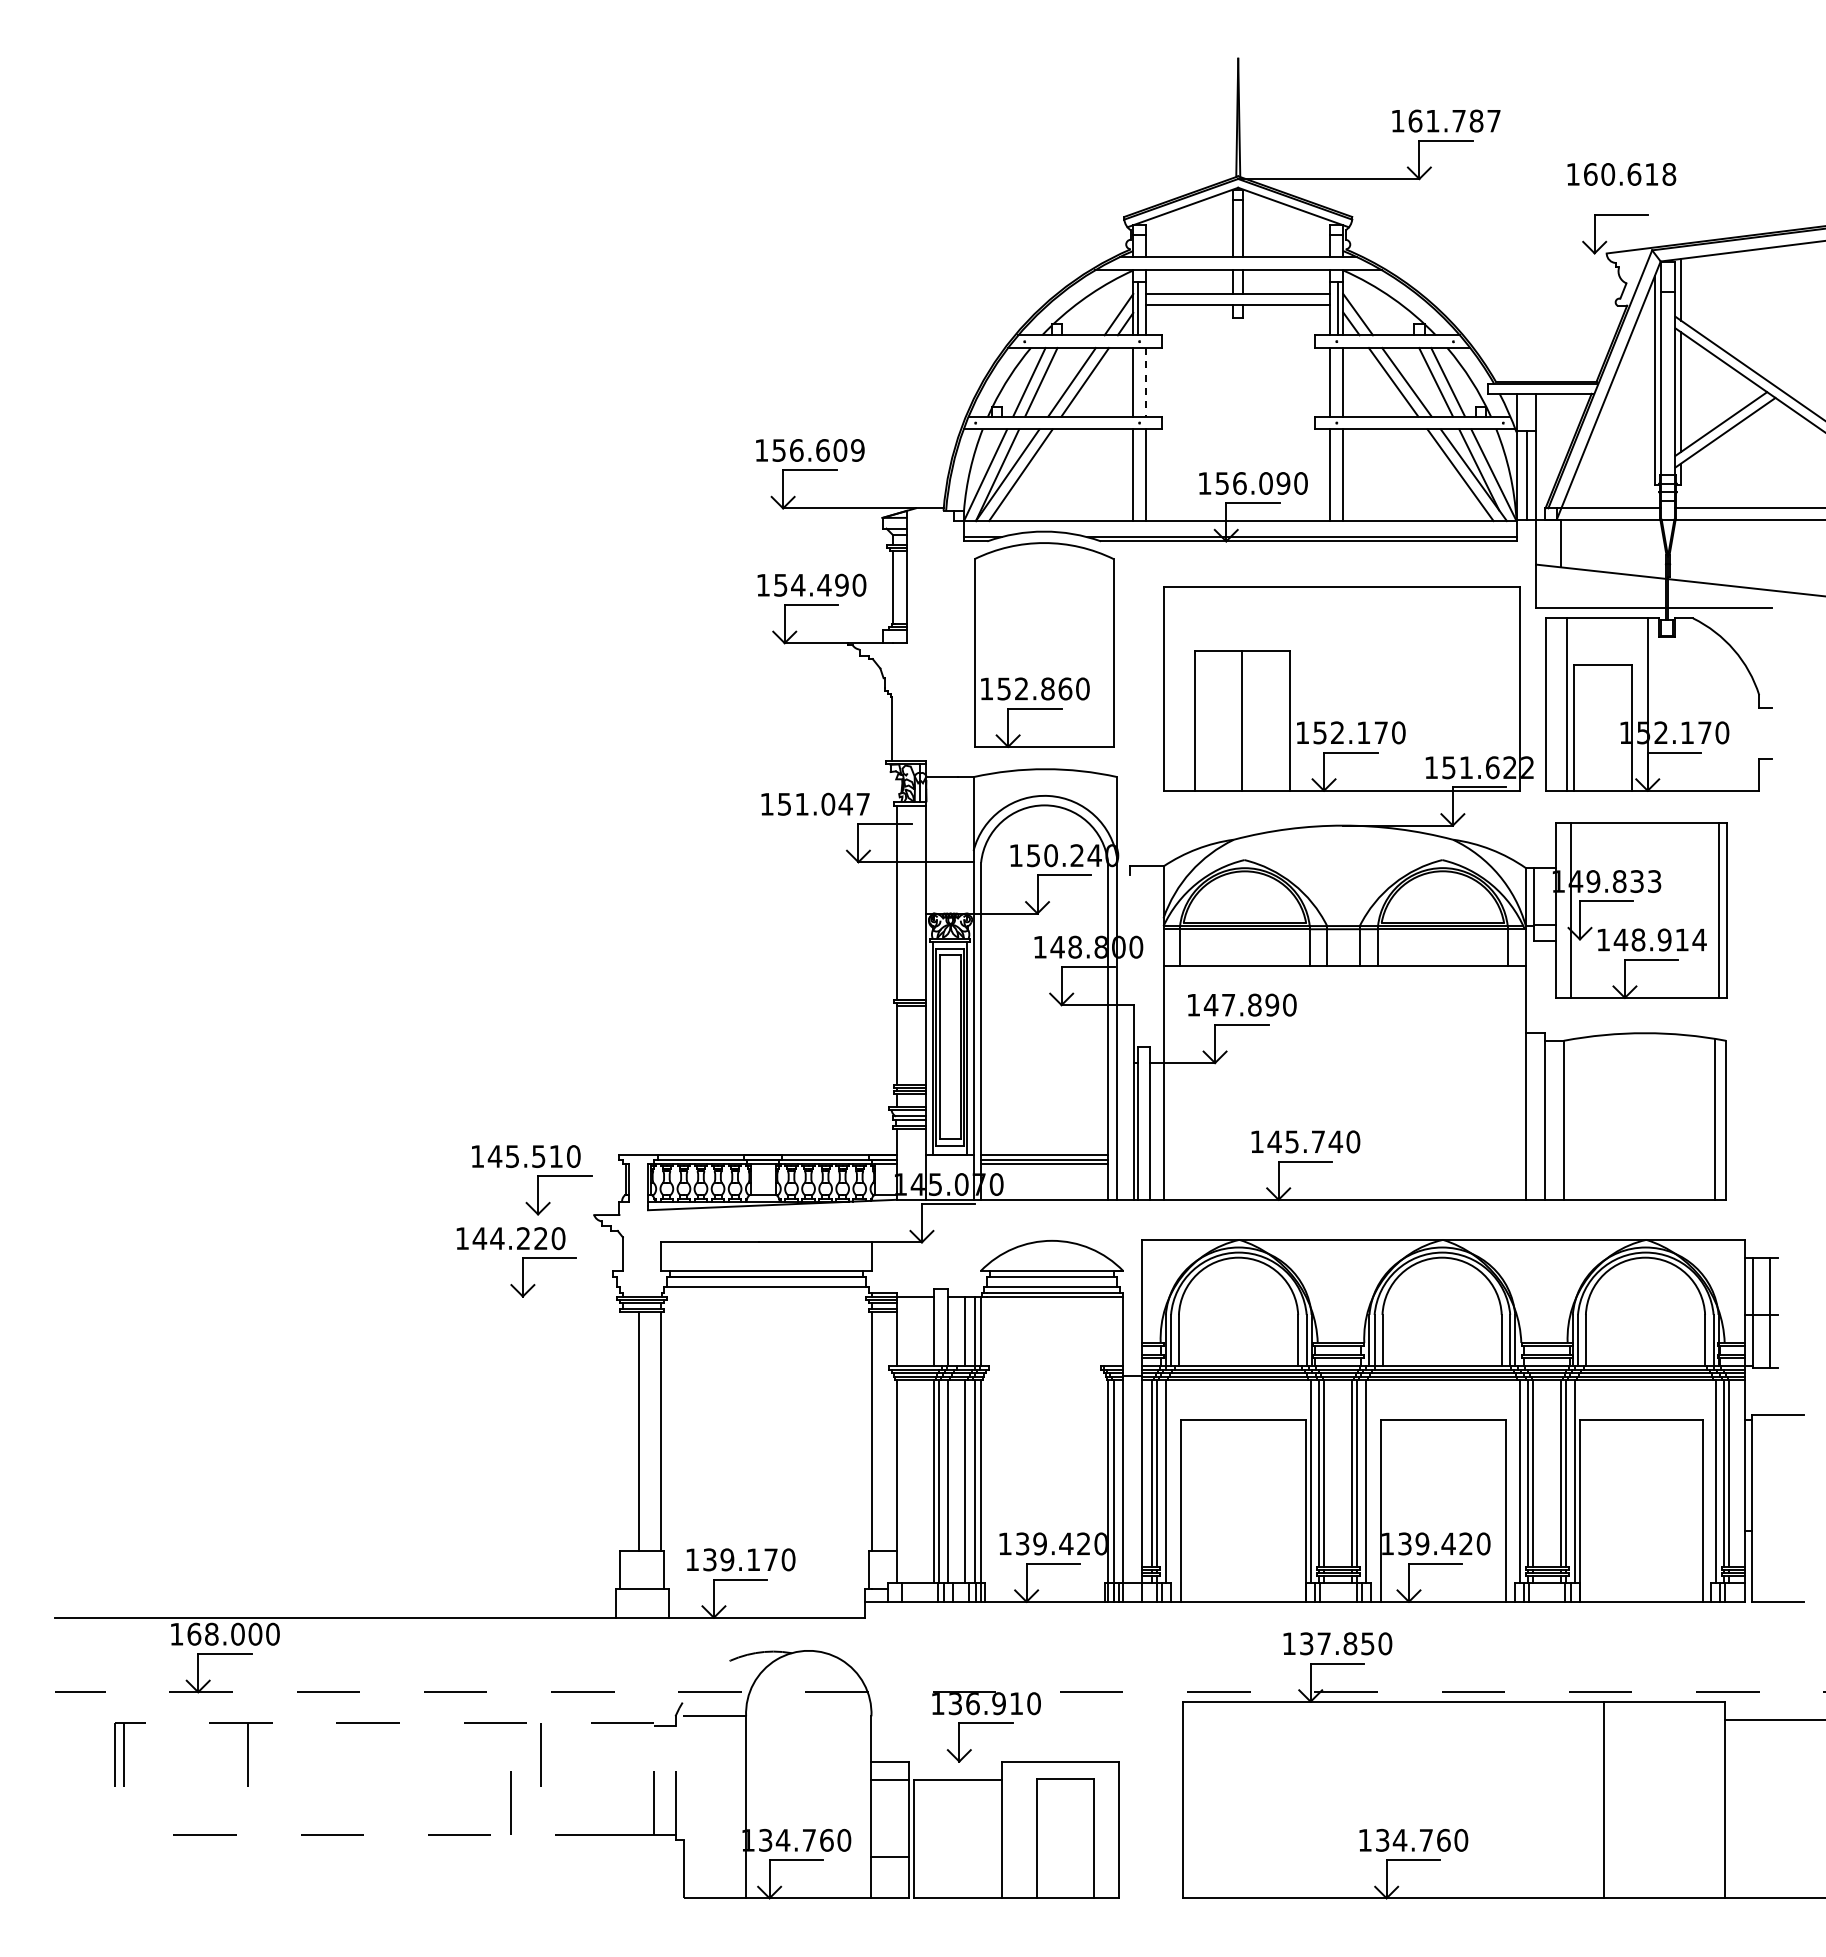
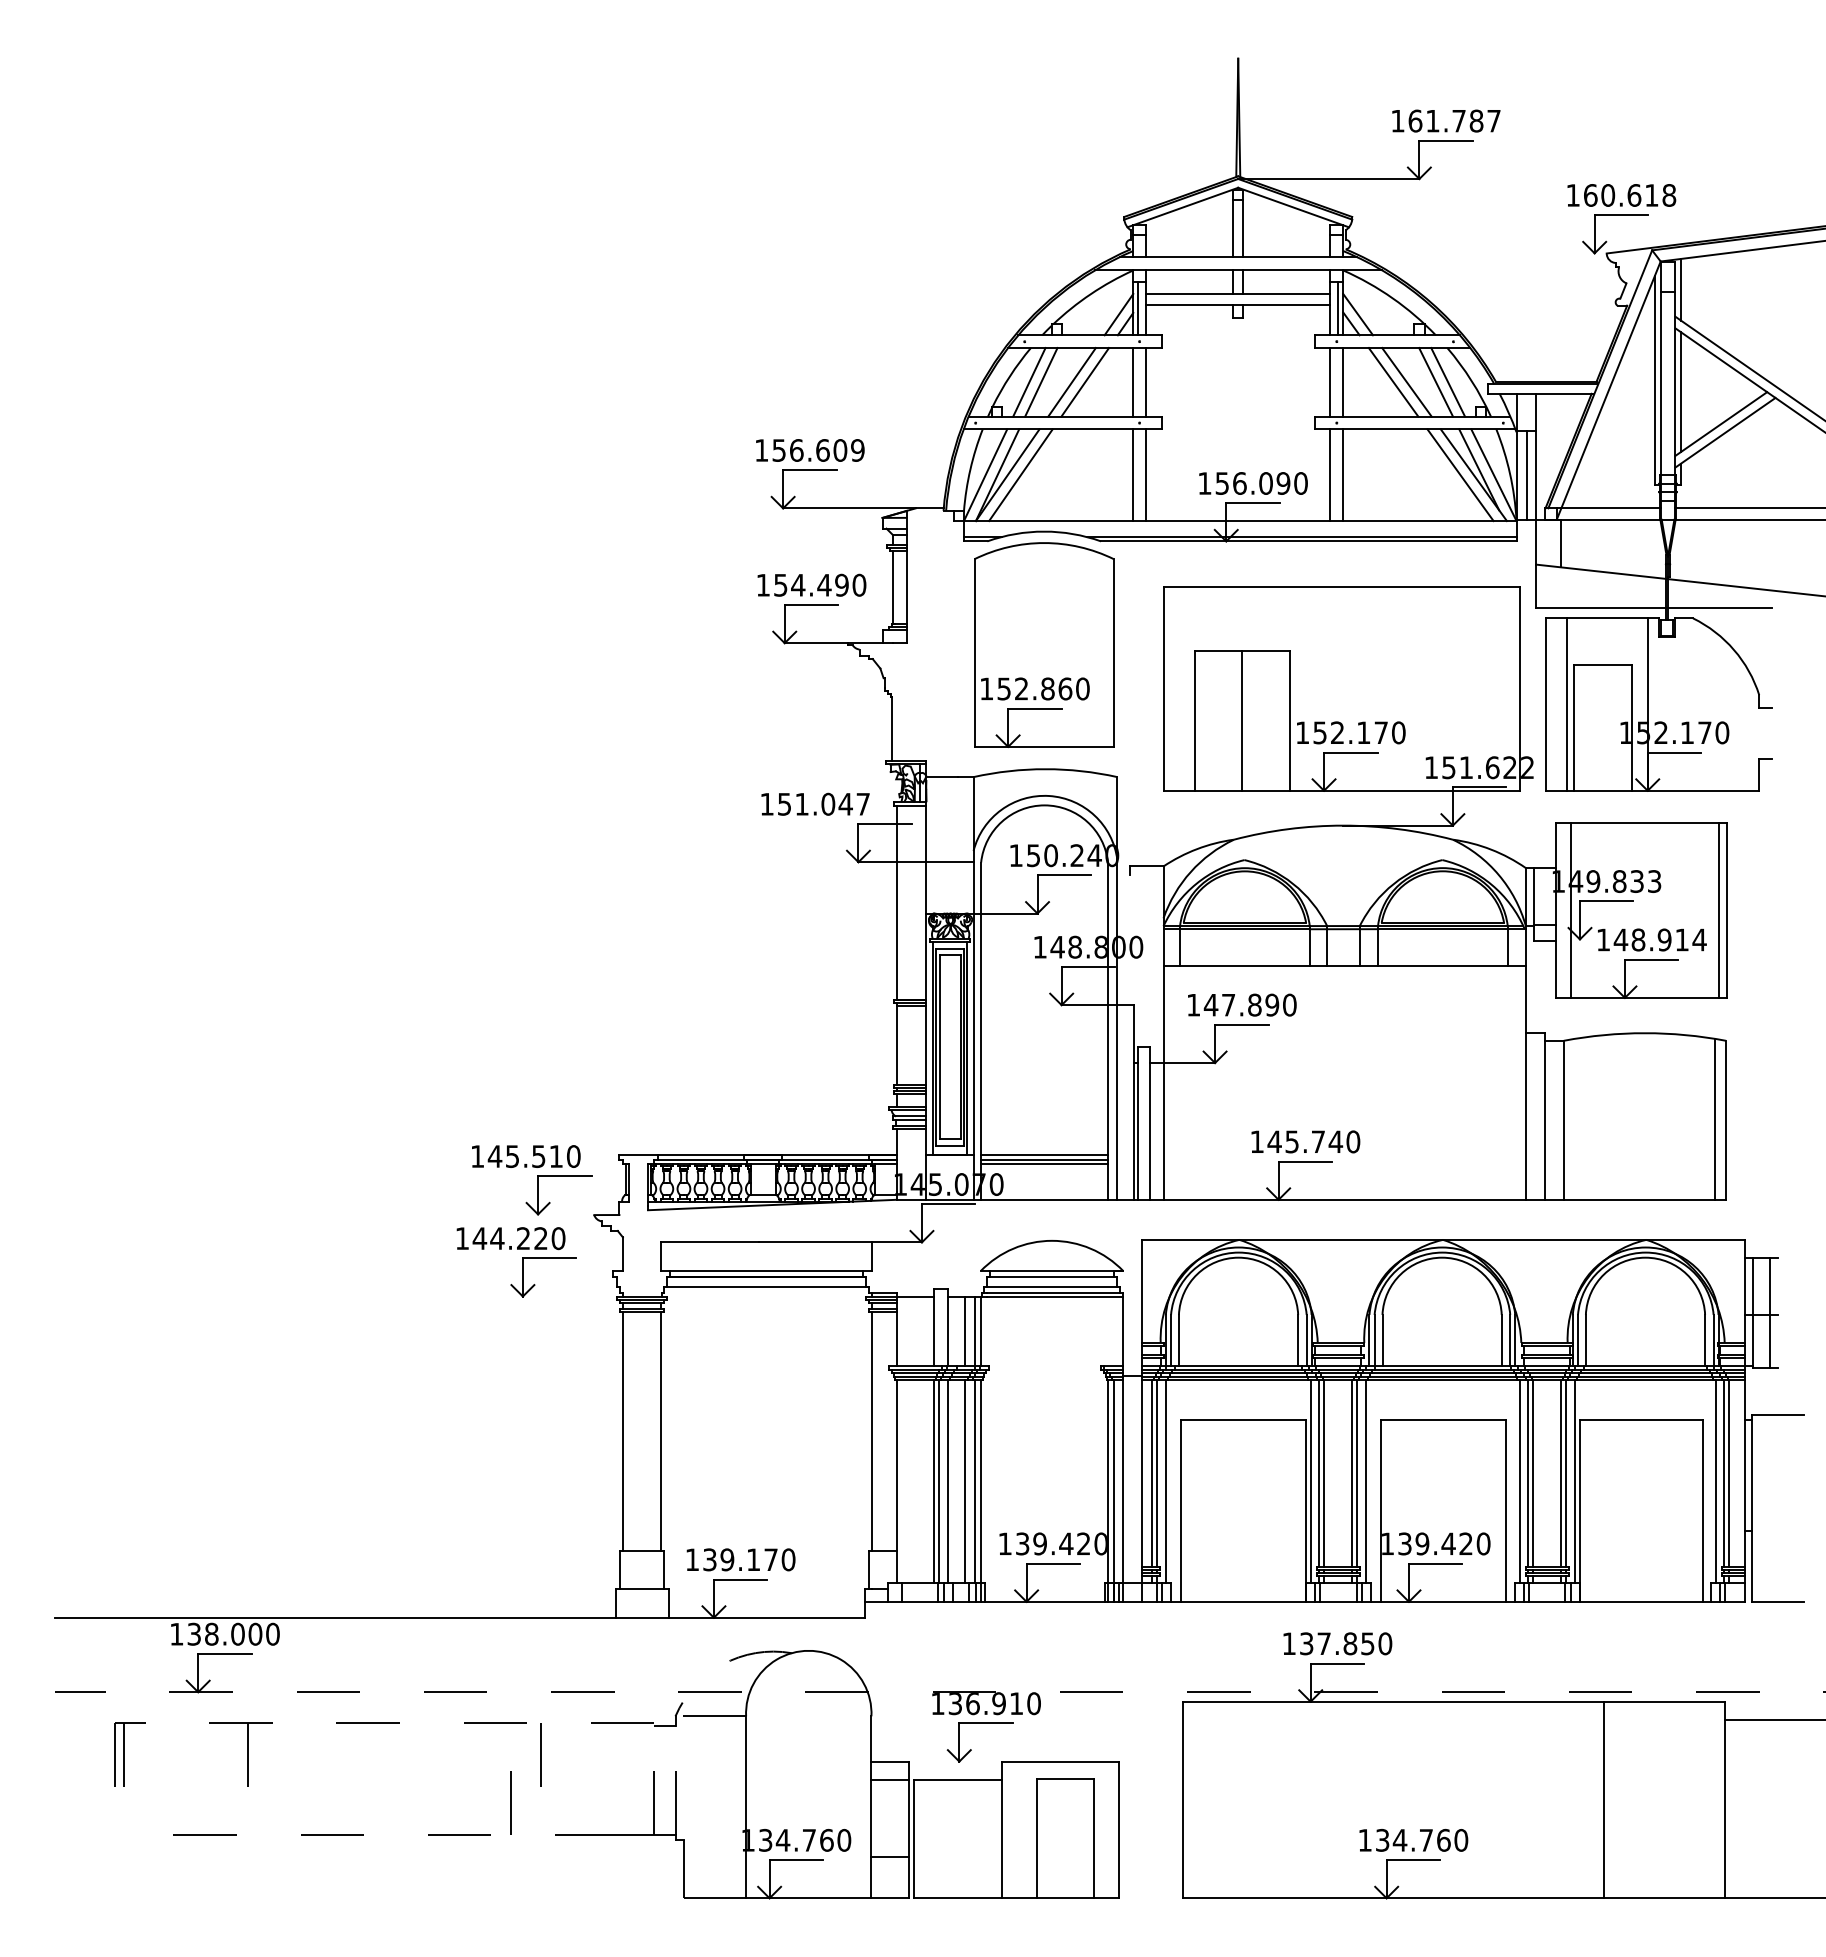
text at (1621, 174) position: (1621, 174) -> (1621, 195)
line at (1146, 382): dashed -> solid
line at (638, 1431) position: (638, 1431) -> (622, 1431)
text at (194, 1633): 168.000 -> 138.000
